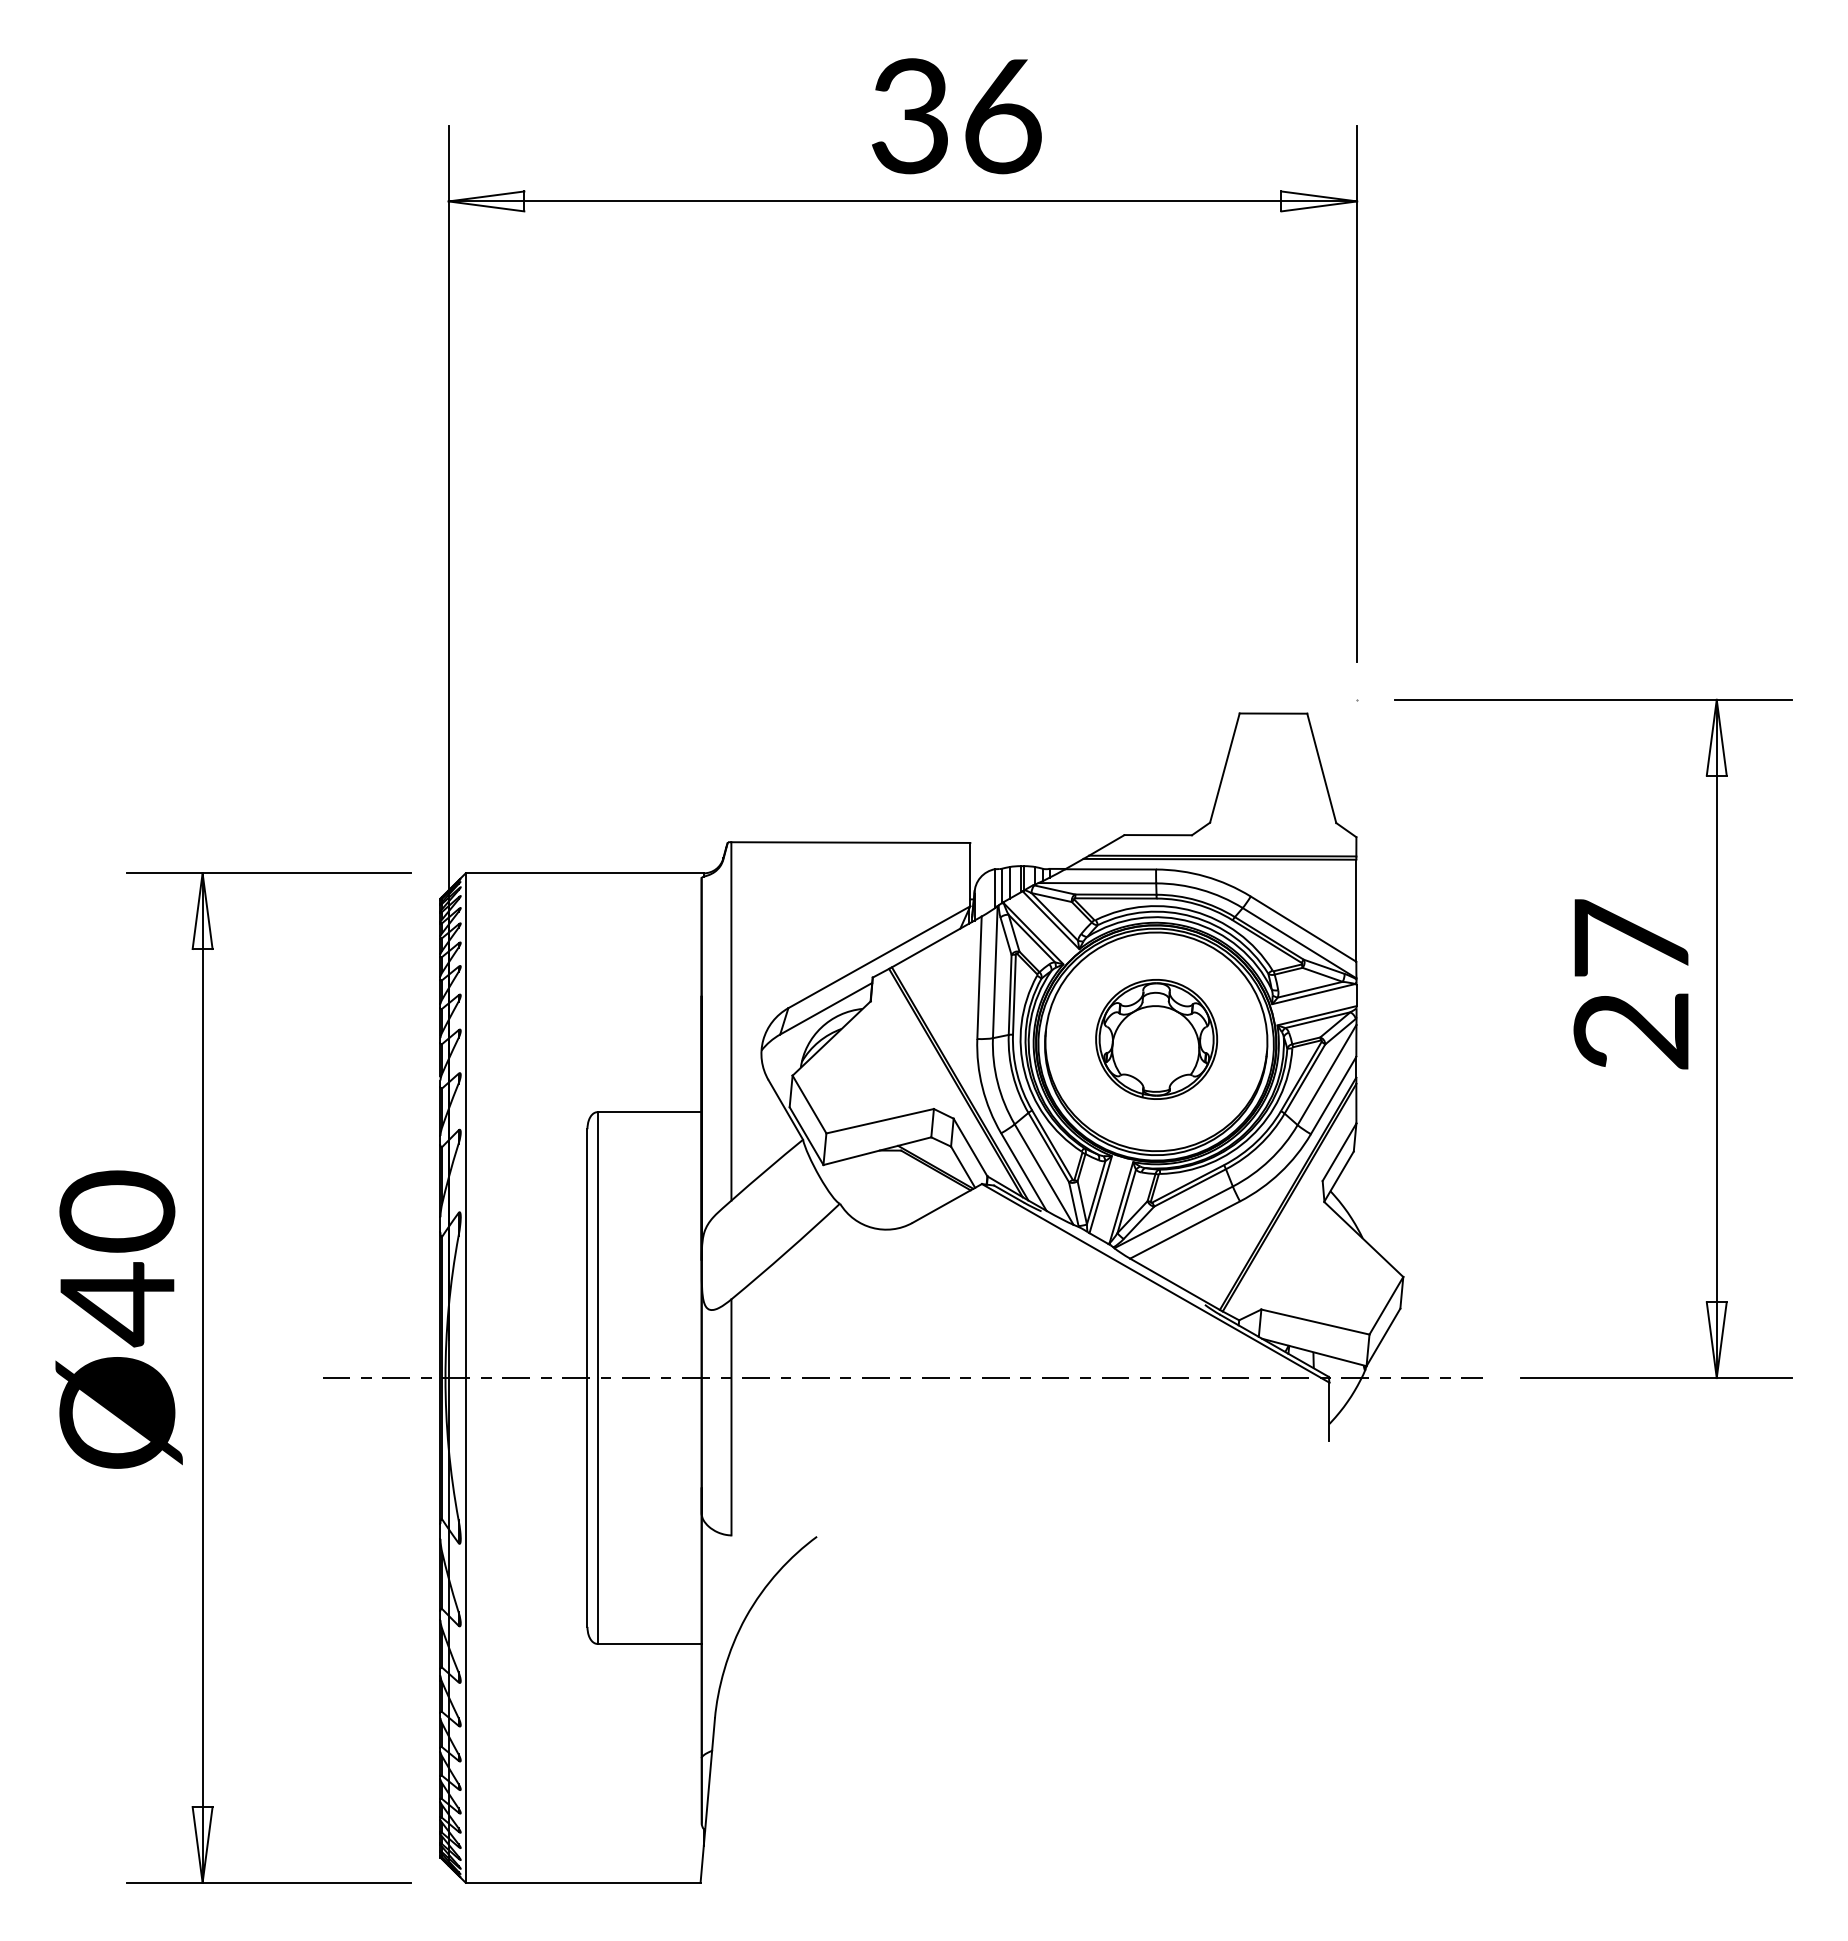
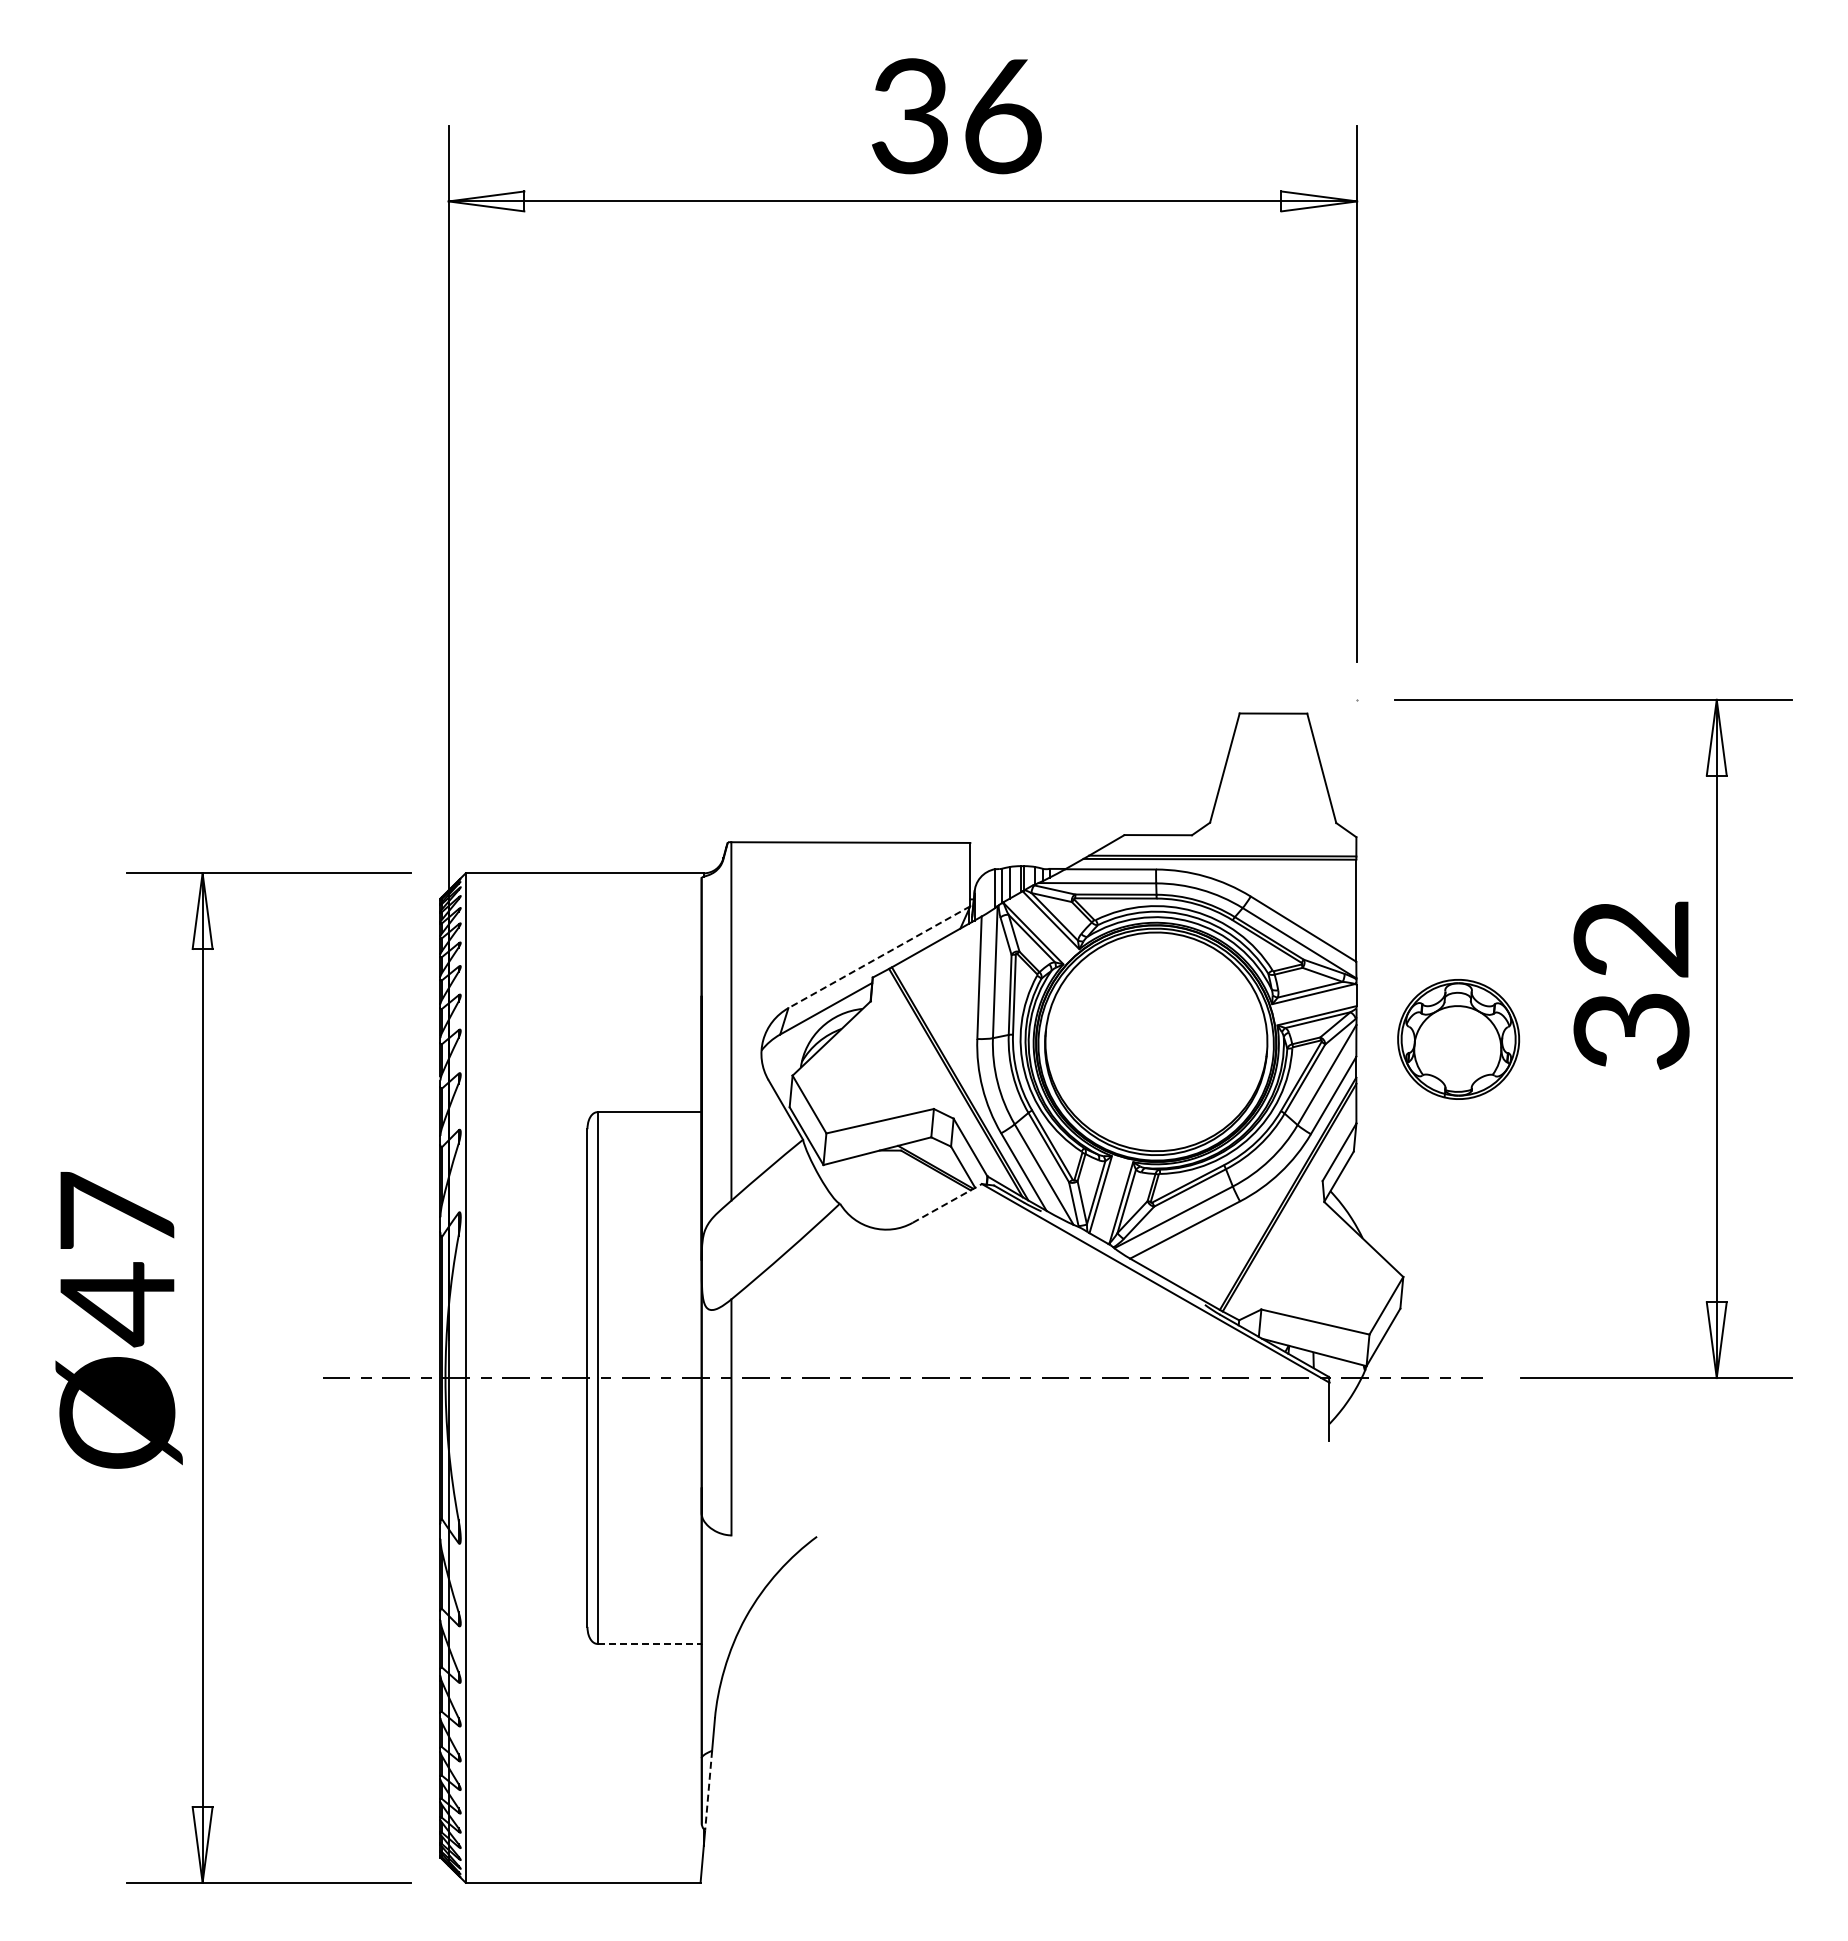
line at (878, 957): solid -> dashed
text at (1631, 984): 27 -> 32
part at (1156, 1039) position: (1156, 1039) -> (1458, 1039)
line at (947, 1203): solid -> dashed
text at (117, 1211): Ø40 -> Ø47
line at (650, 1643): solid -> dashed
line at (708, 1791): solid -> dashed
